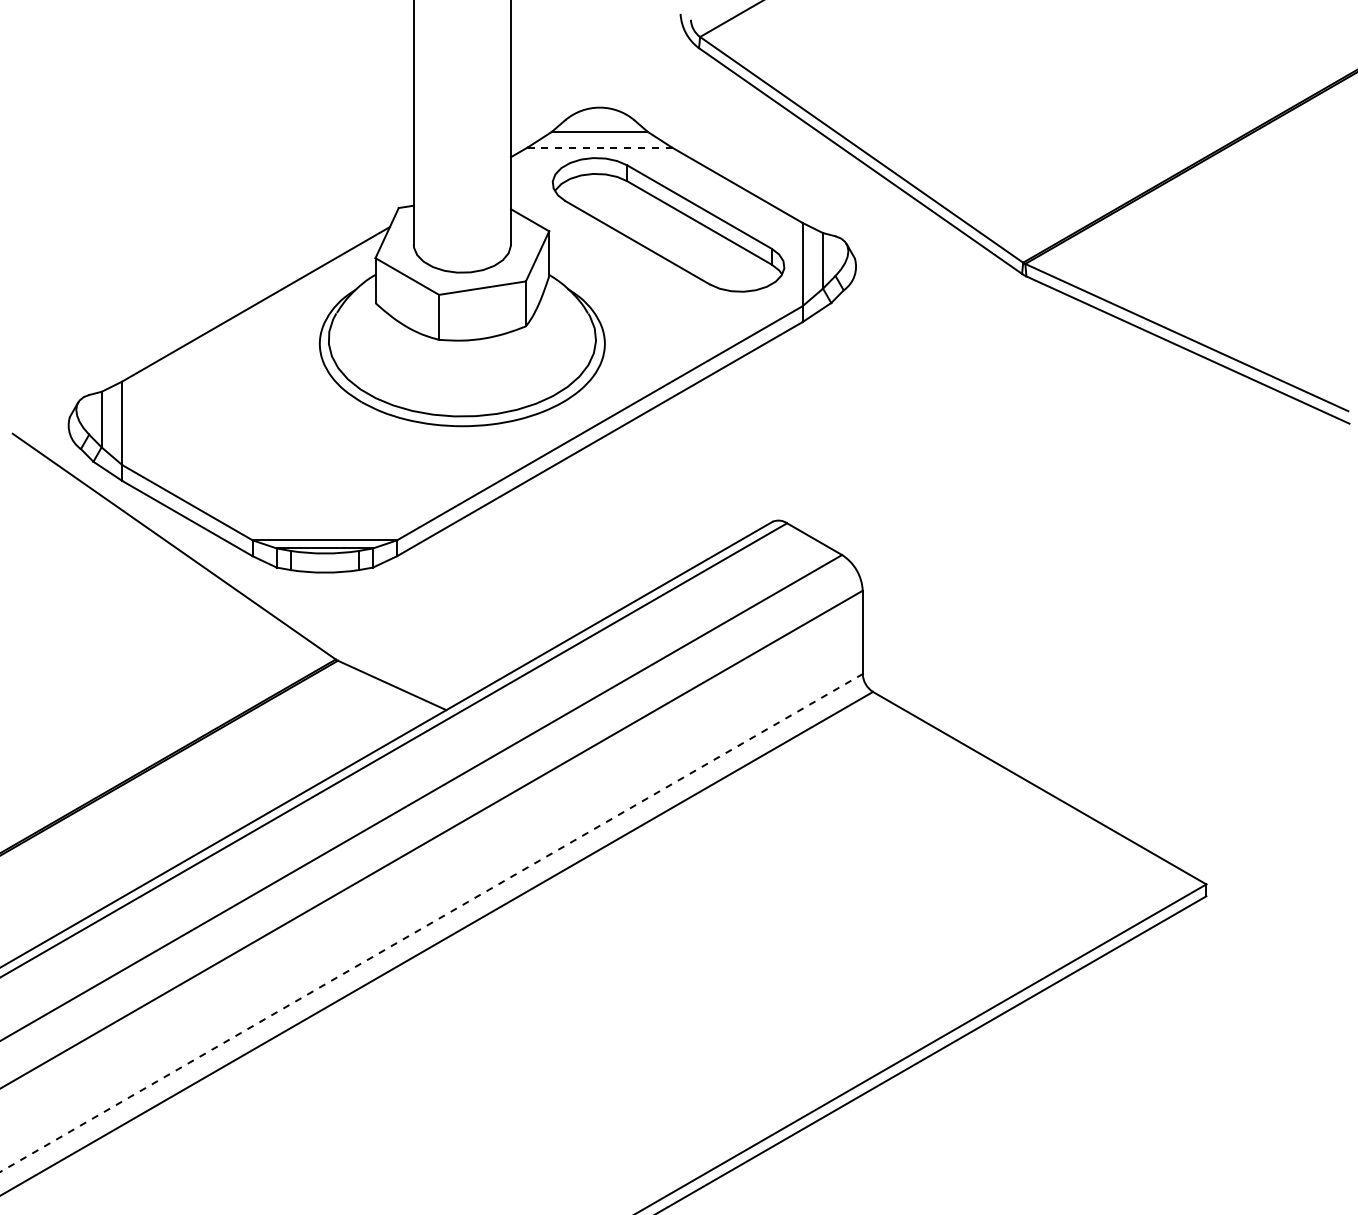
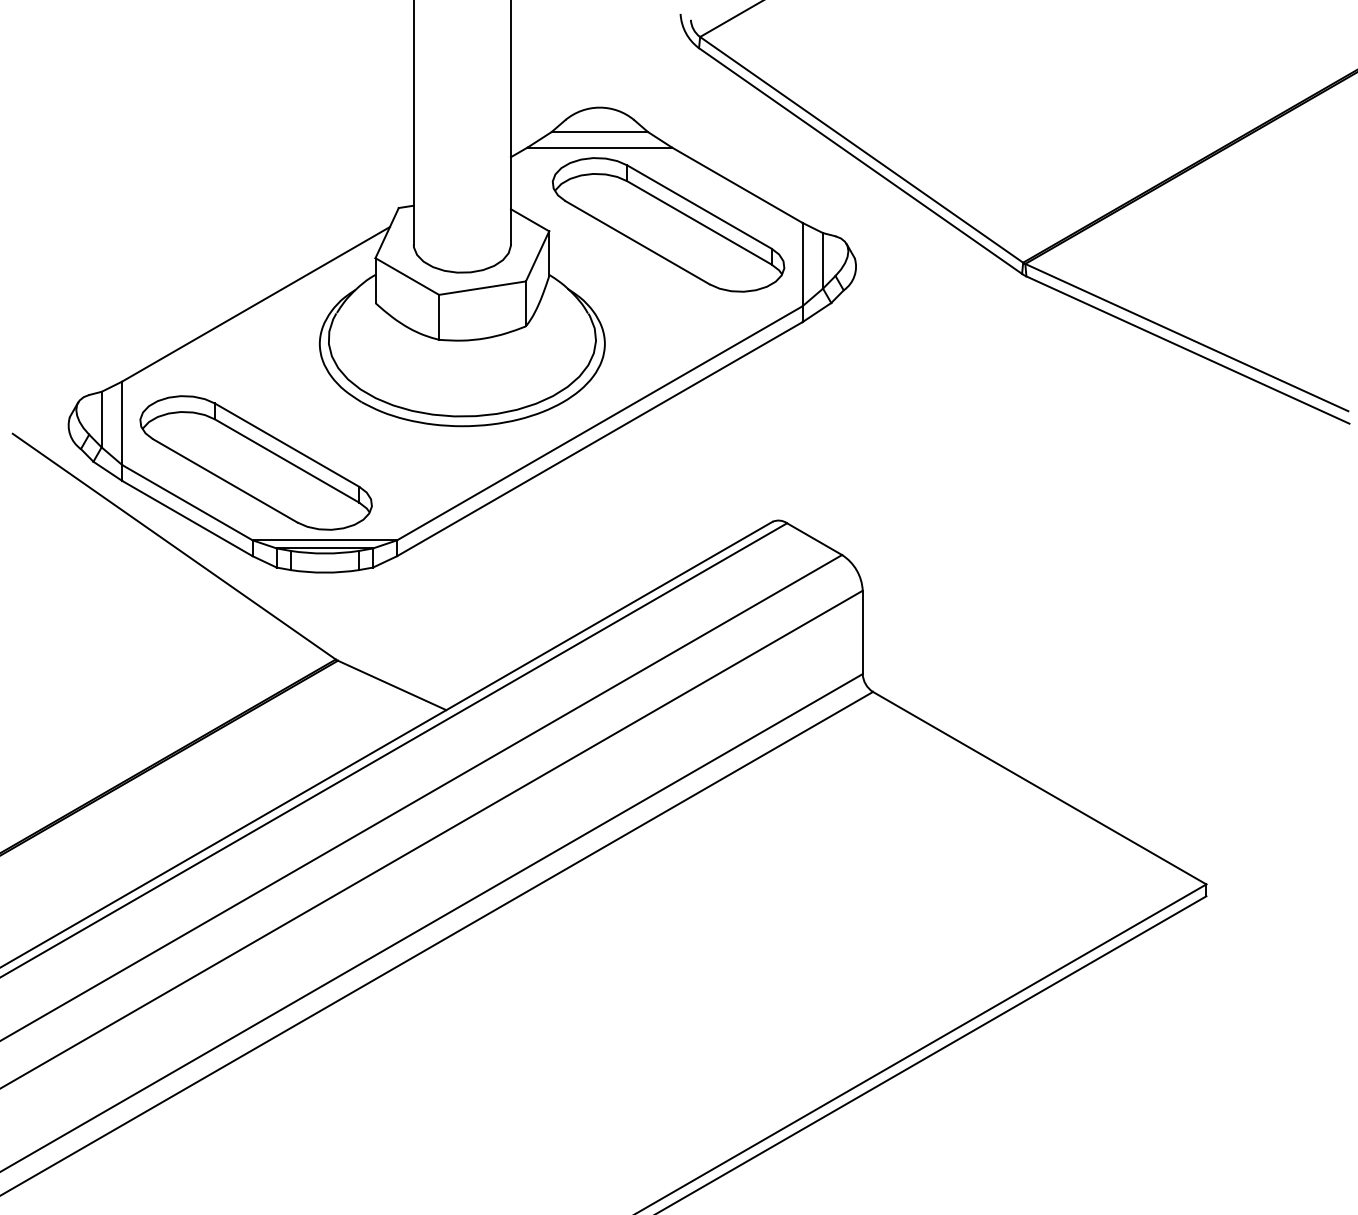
line at (600, 147): dashed -> solid
part at (255, 462): none -> present
line at (431, 923): dashed -> solid
